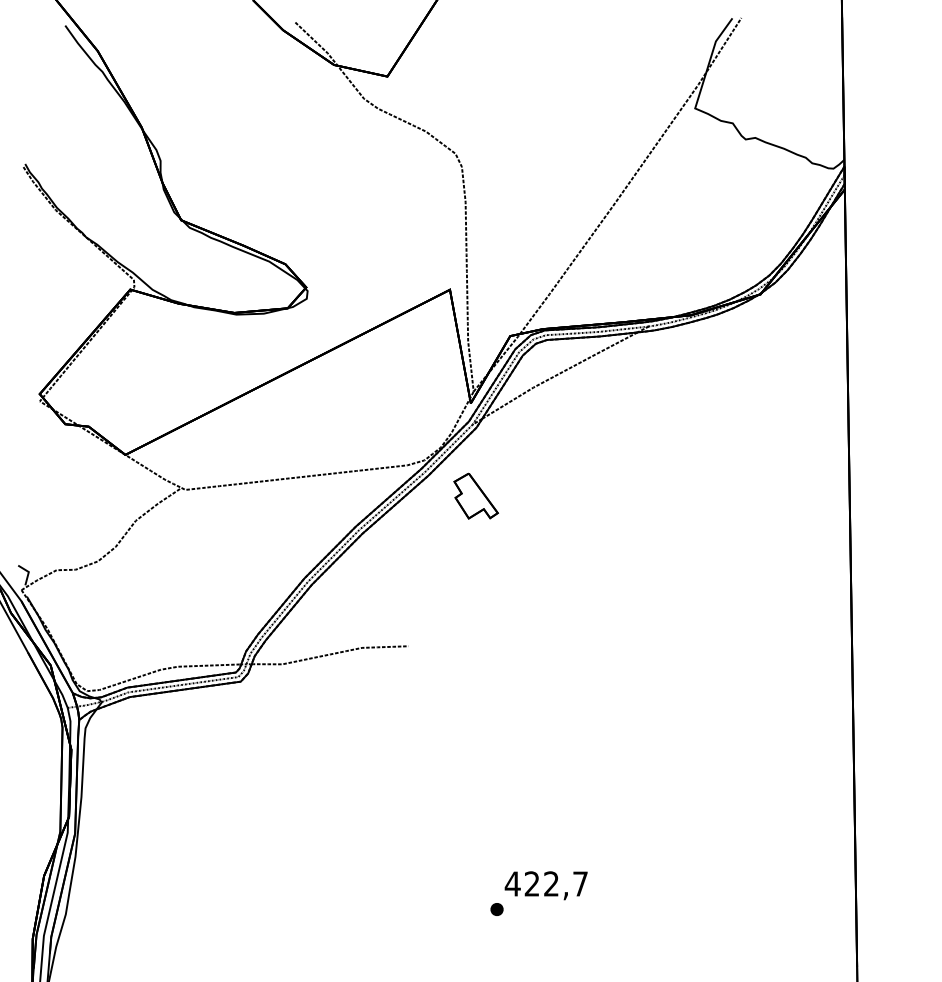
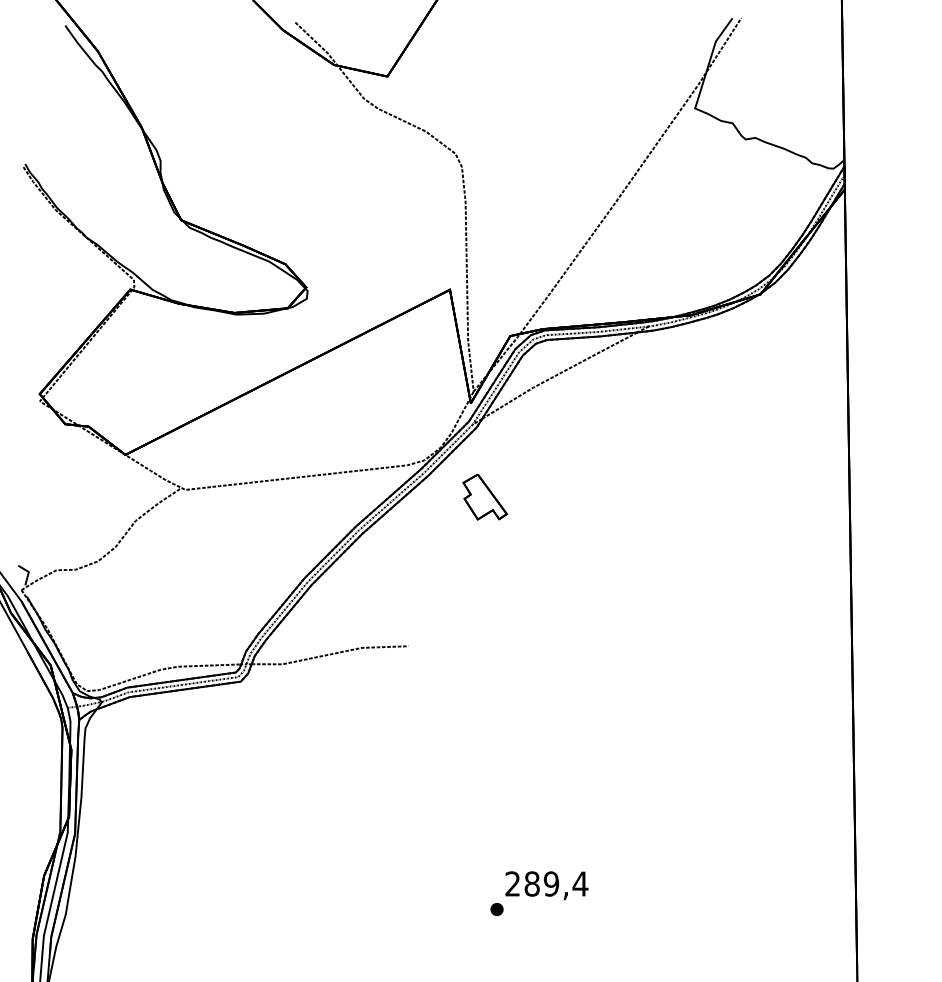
part at (475, 495) position: (475, 495) -> (484, 496)
text at (546, 883): 422,7 -> 289,4
